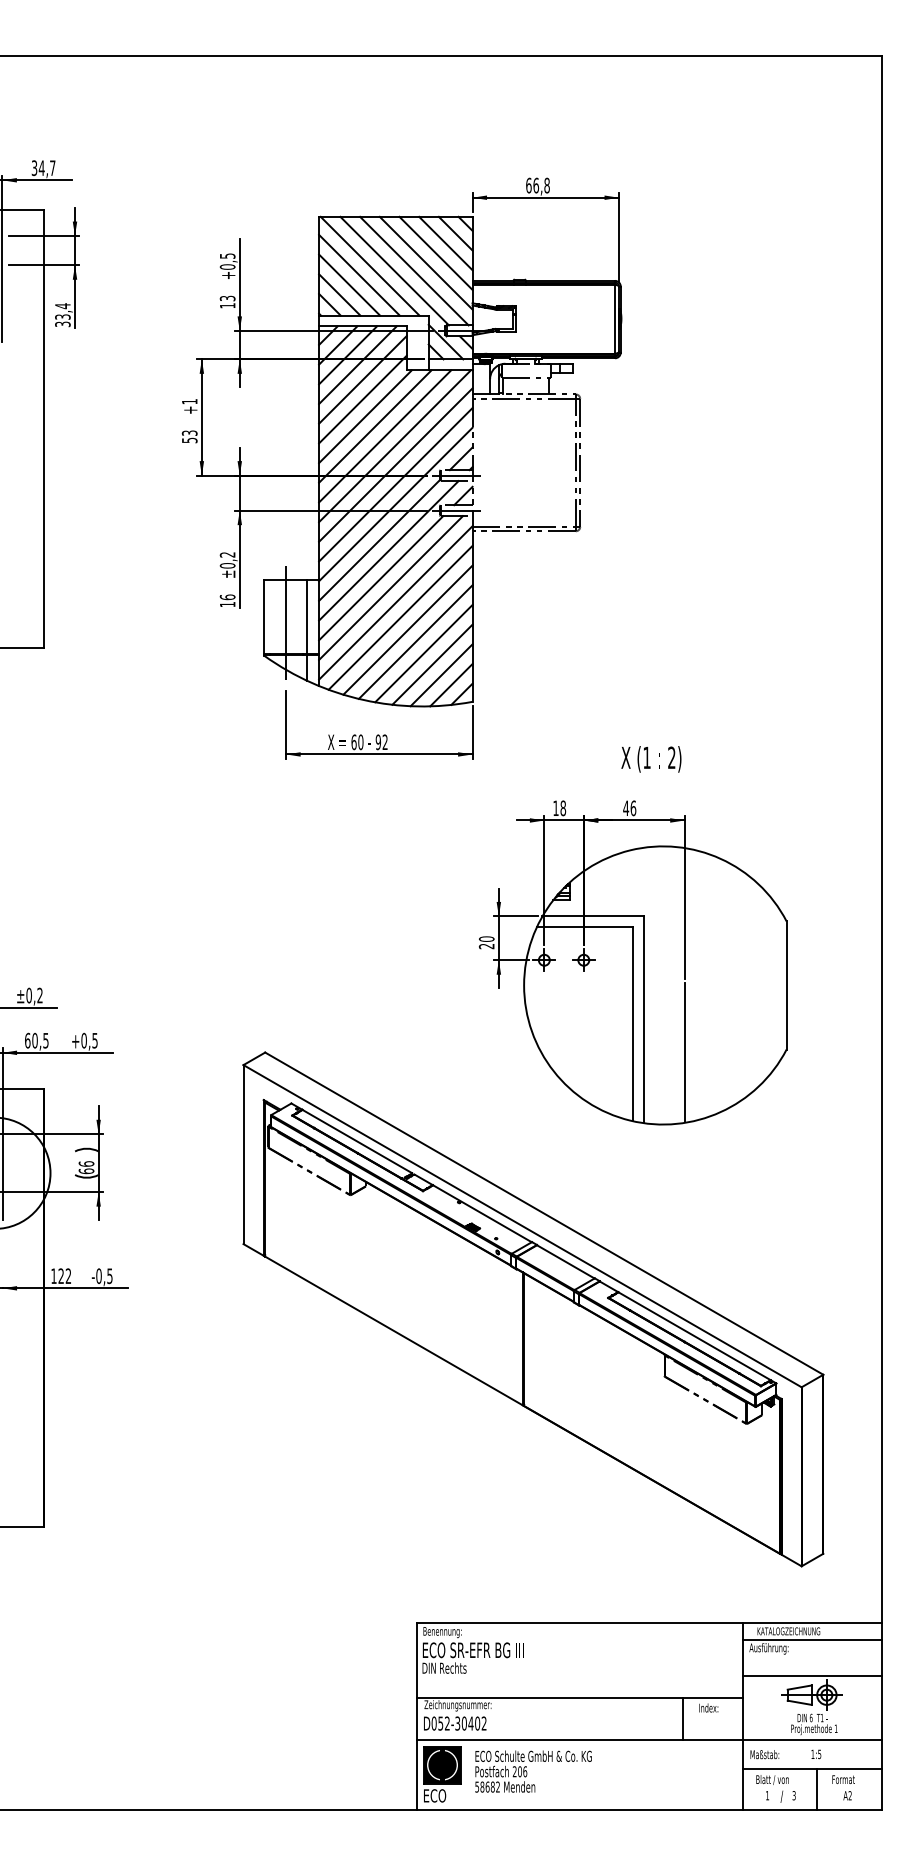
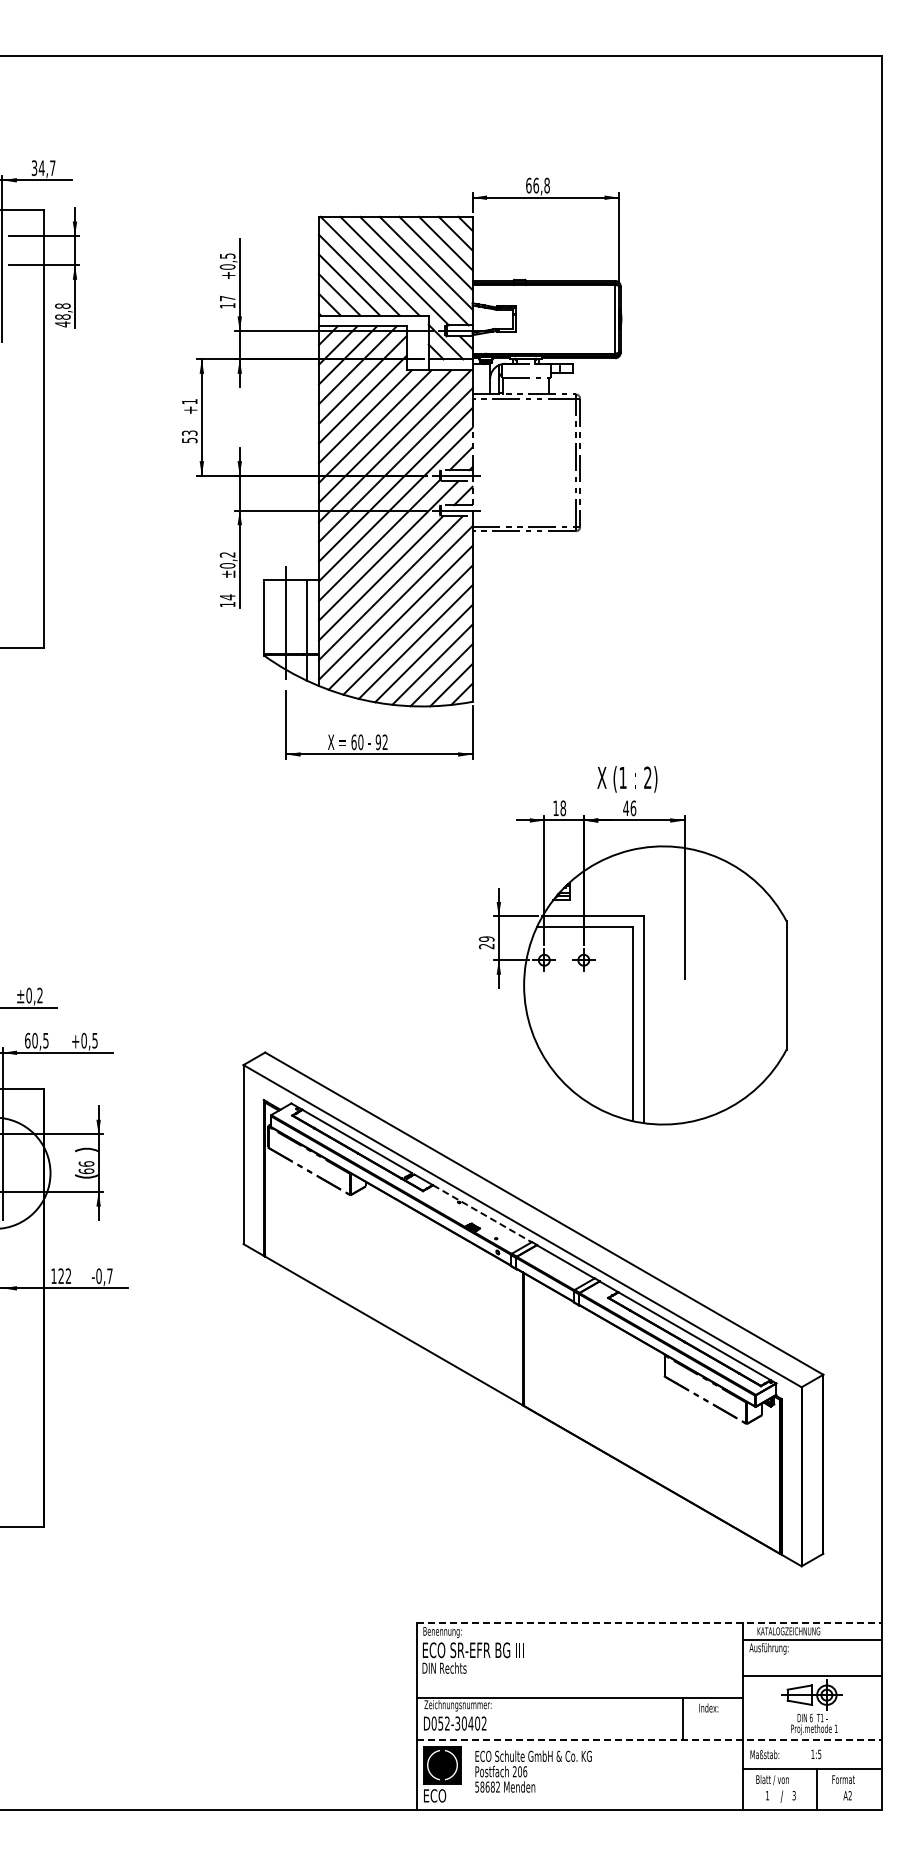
text at (227, 298): 13 -> 17
text at (62, 315): 33,4 -> 48,8
text at (227, 597): 16 -> 14
text at (651, 759) position: (651, 759) -> (627, 779)
text at (486, 938): 20 -> 29
line at (684, 1052): present -> none
line at (482, 1213): solid -> dashed
text at (109, 1276): -0,5 -> -0,7
line at (649, 1623): solid -> dashed
line at (649, 1739): solid -> dashed
